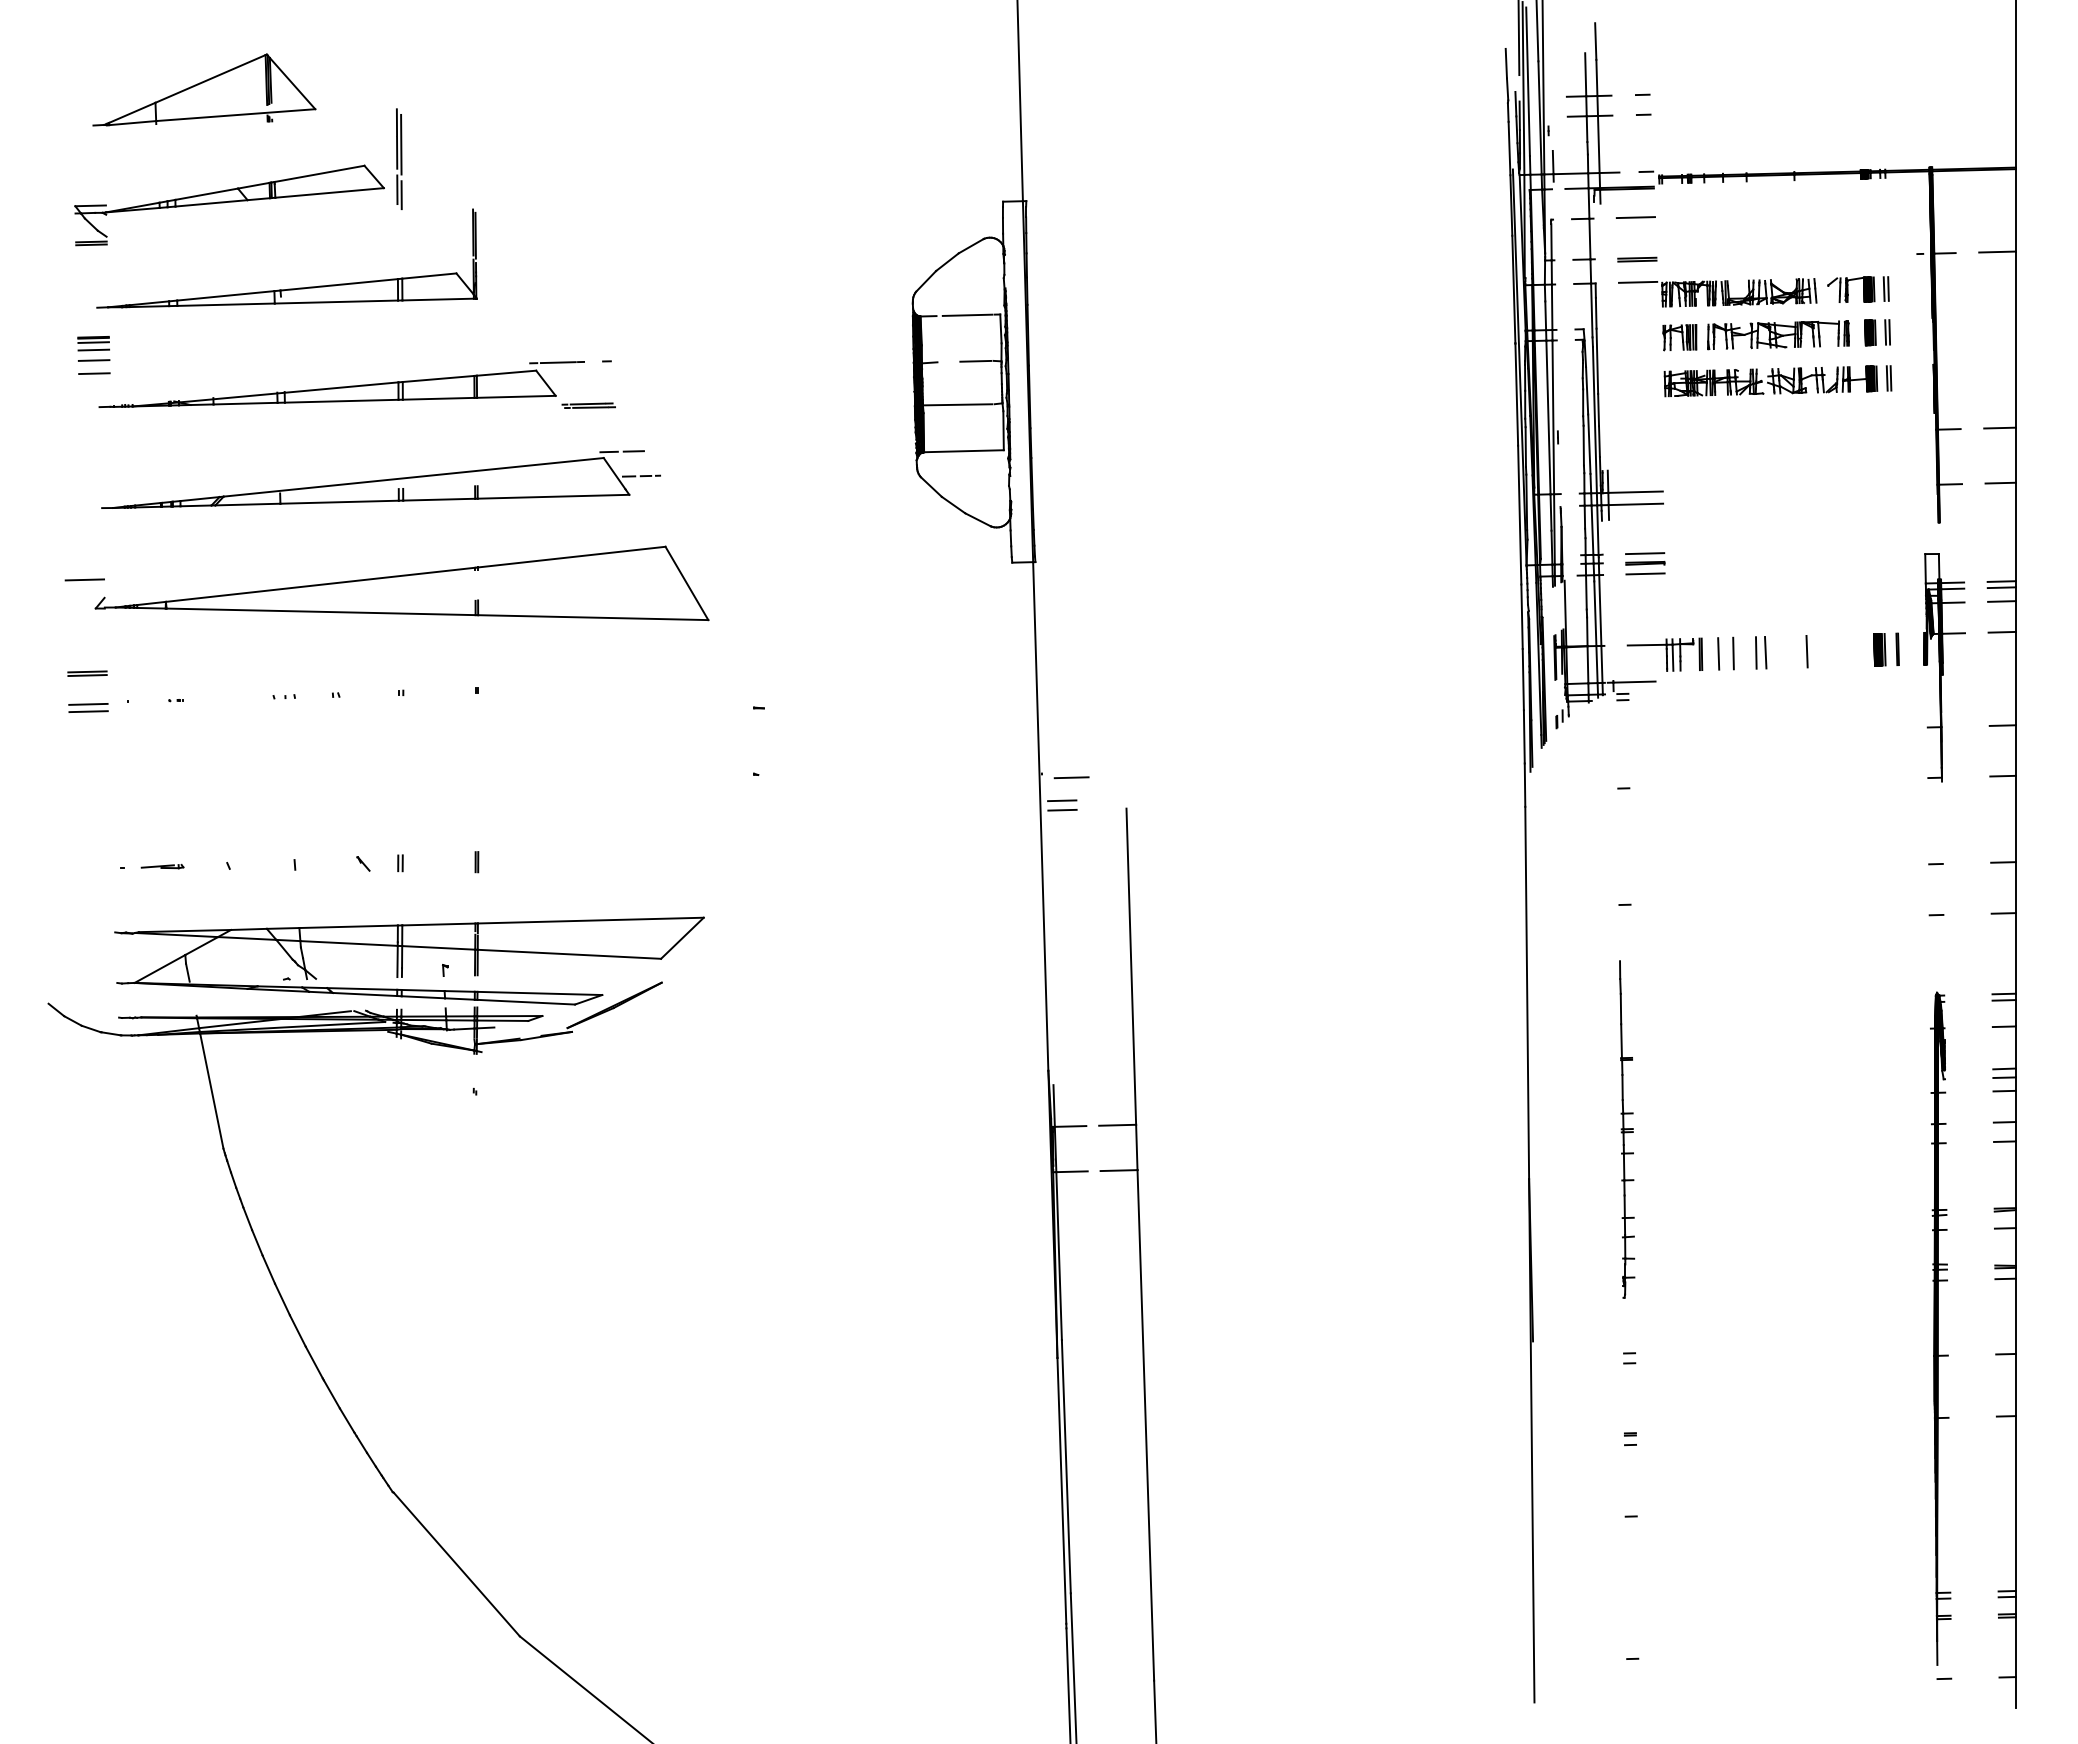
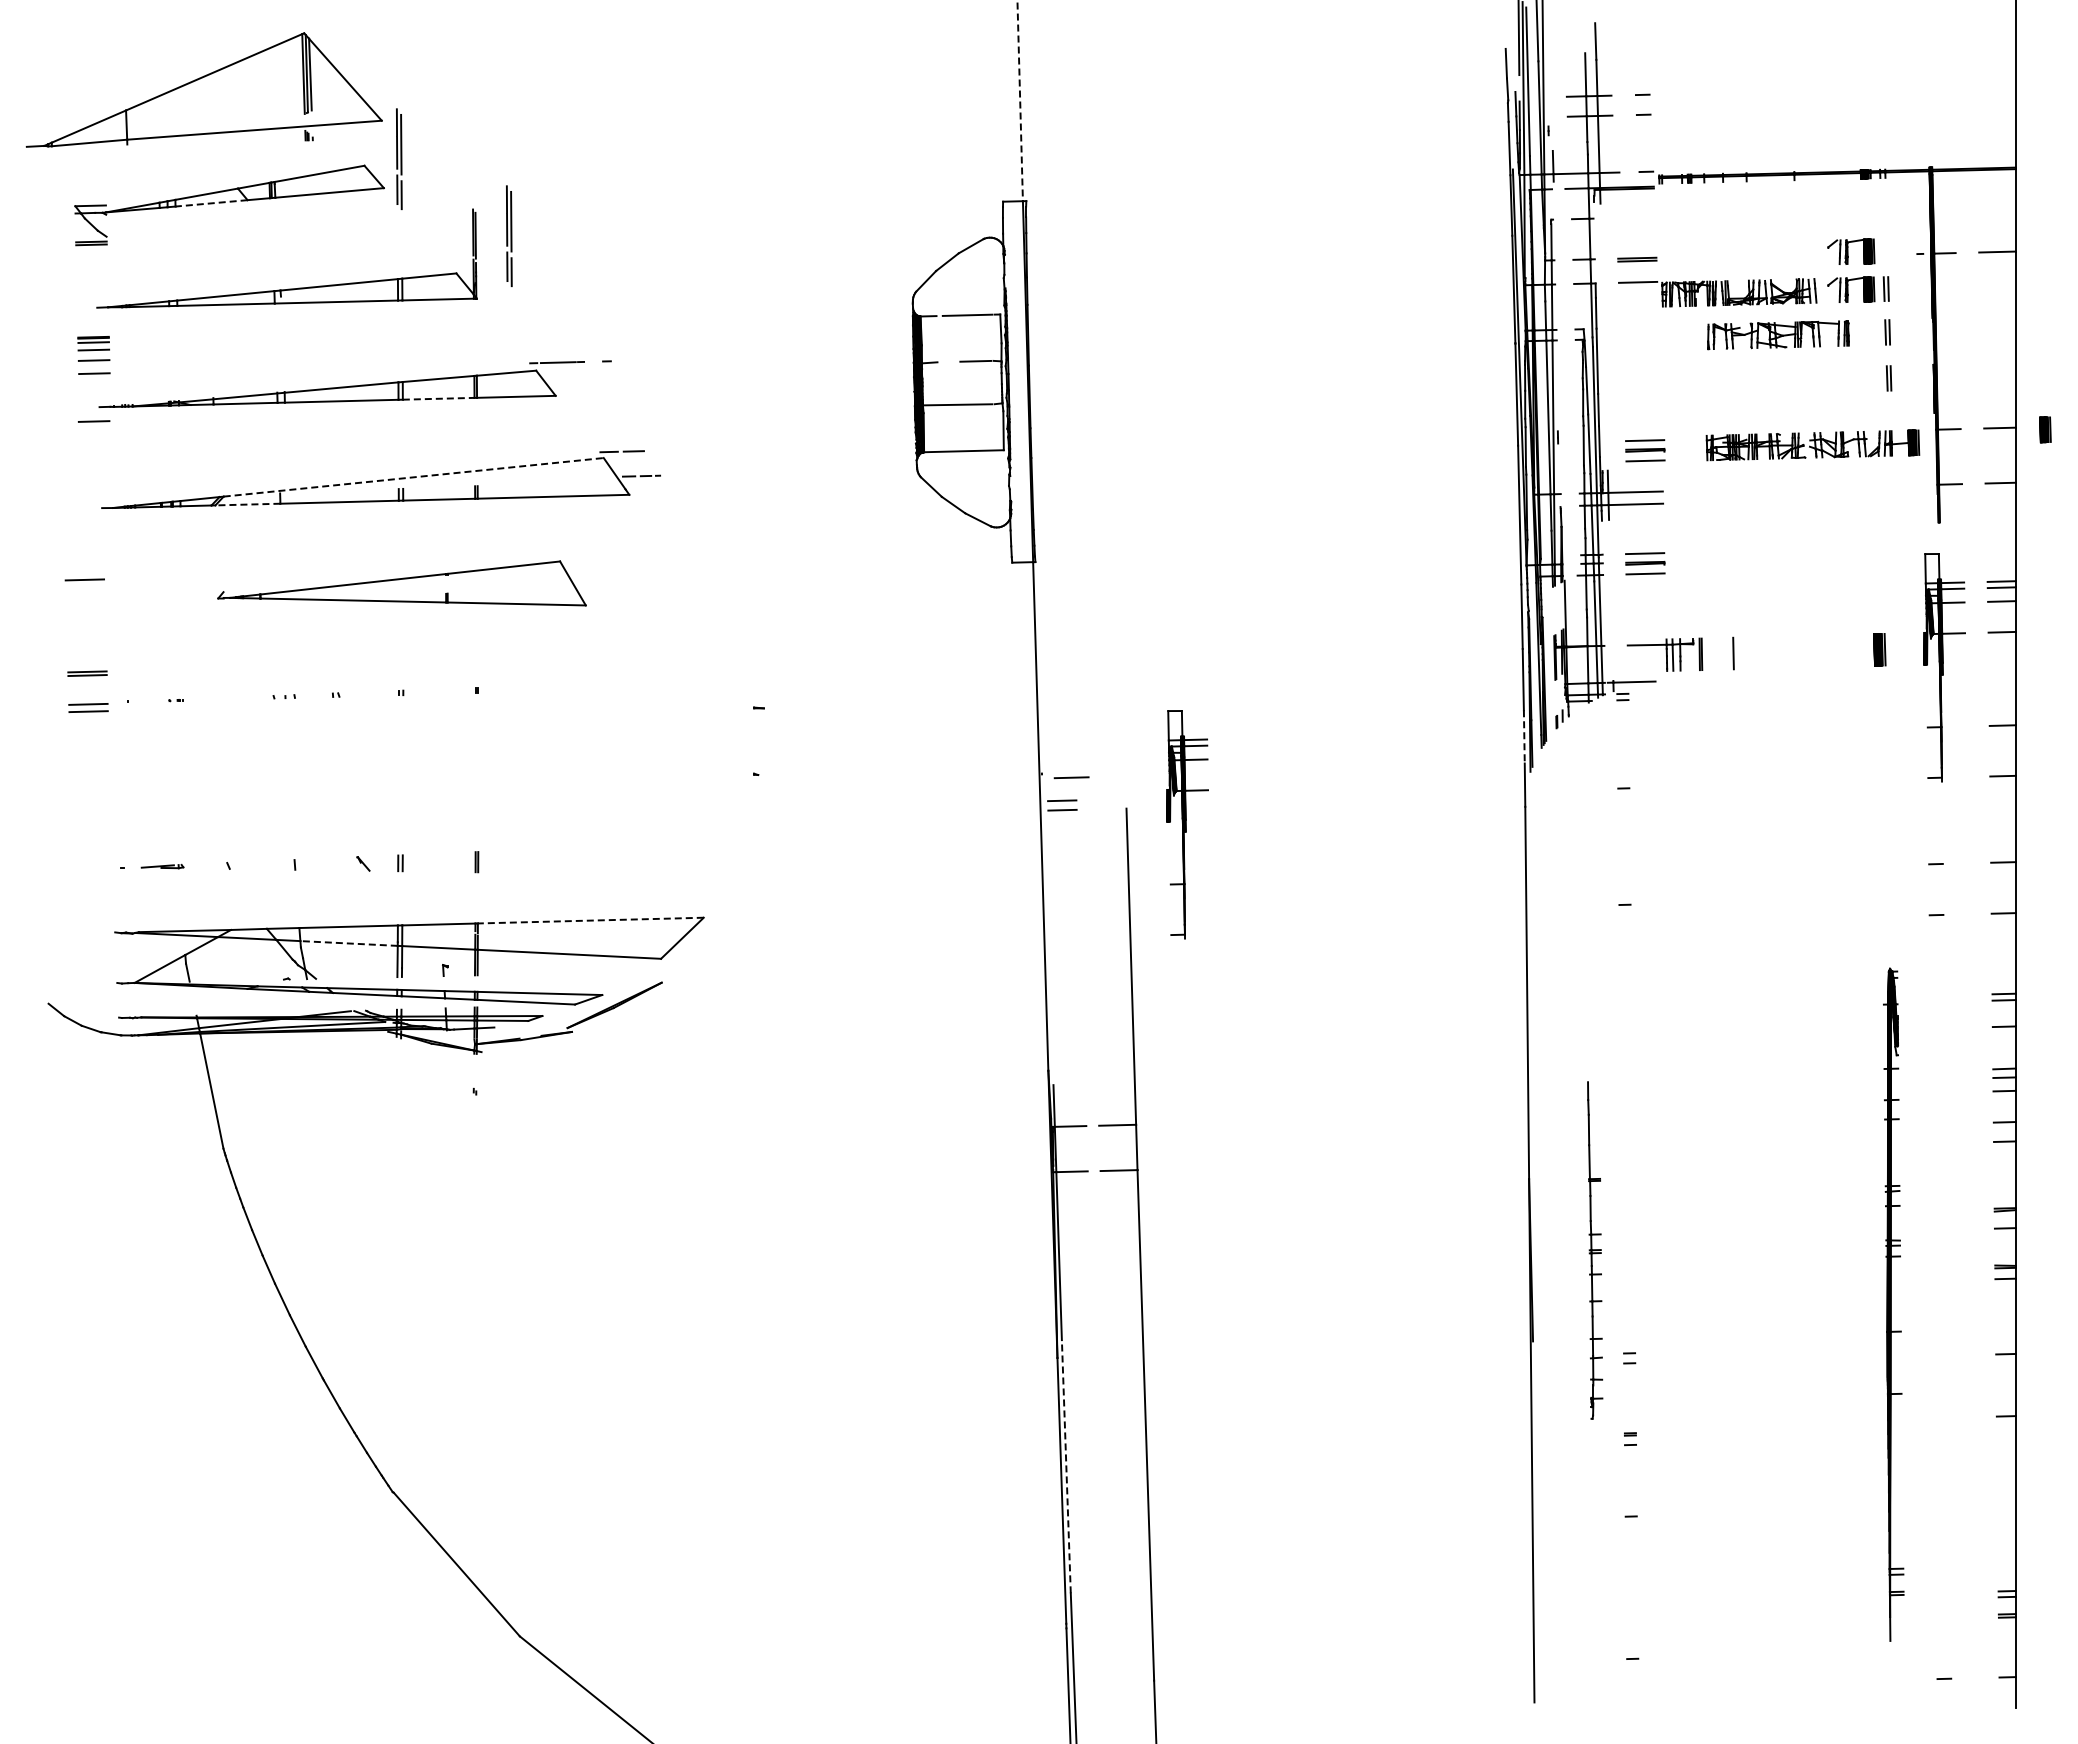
part at (204, 89) size: 225x74 px -> 358x116 px
line at (1020, 101): solid -> dashed
line at (211, 203): solid -> dashed
line at (1635, 217): present -> none
part at (509, 235): none -> present
part at (1851, 251): none -> present
part at (1870, 332) position: (1870, 332) -> (2045, 429)
part at (1679, 337): present -> none
part at (1770, 381) position: (1770, 381) -> (1812, 445)
line at (438, 398): solid -> dashed
part at (588, 405): present -> none
line at (93, 421): none -> present
part at (1645, 450): none -> present
line at (413, 477): solid -> dashed
line at (247, 504): solid -> dashed
part at (401, 583) size: 616x77 px -> 370x47 px
line at (1897, 648): present -> none
line at (1806, 651): present -> none
part at (1761, 652): present -> none
line at (1718, 653): present -> none
line at (1524, 736): solid -> dashed
part at (1187, 824): none -> present
line at (590, 920): solid -> dashed
line at (349, 943): solid -> dashed
part at (1627, 1129) position: (1627, 1129) -> (1595, 1250)
part at (1940, 1328) position: (1940, 1328) -> (1893, 1304)
line at (1066, 1466): solid -> dashed
